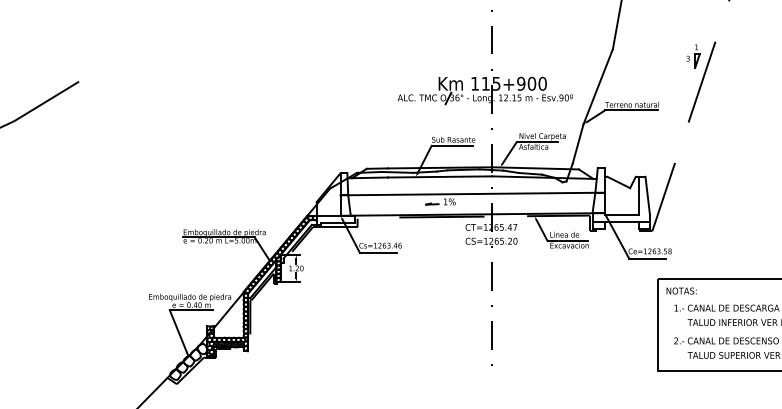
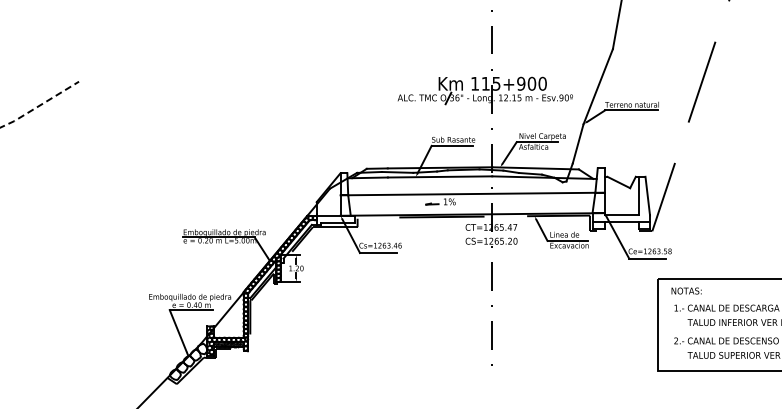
part at (693, 56): present -> none
line at (39, 105): solid -> dashed
text at (681, 290) position: (681, 290) -> (686, 290)
